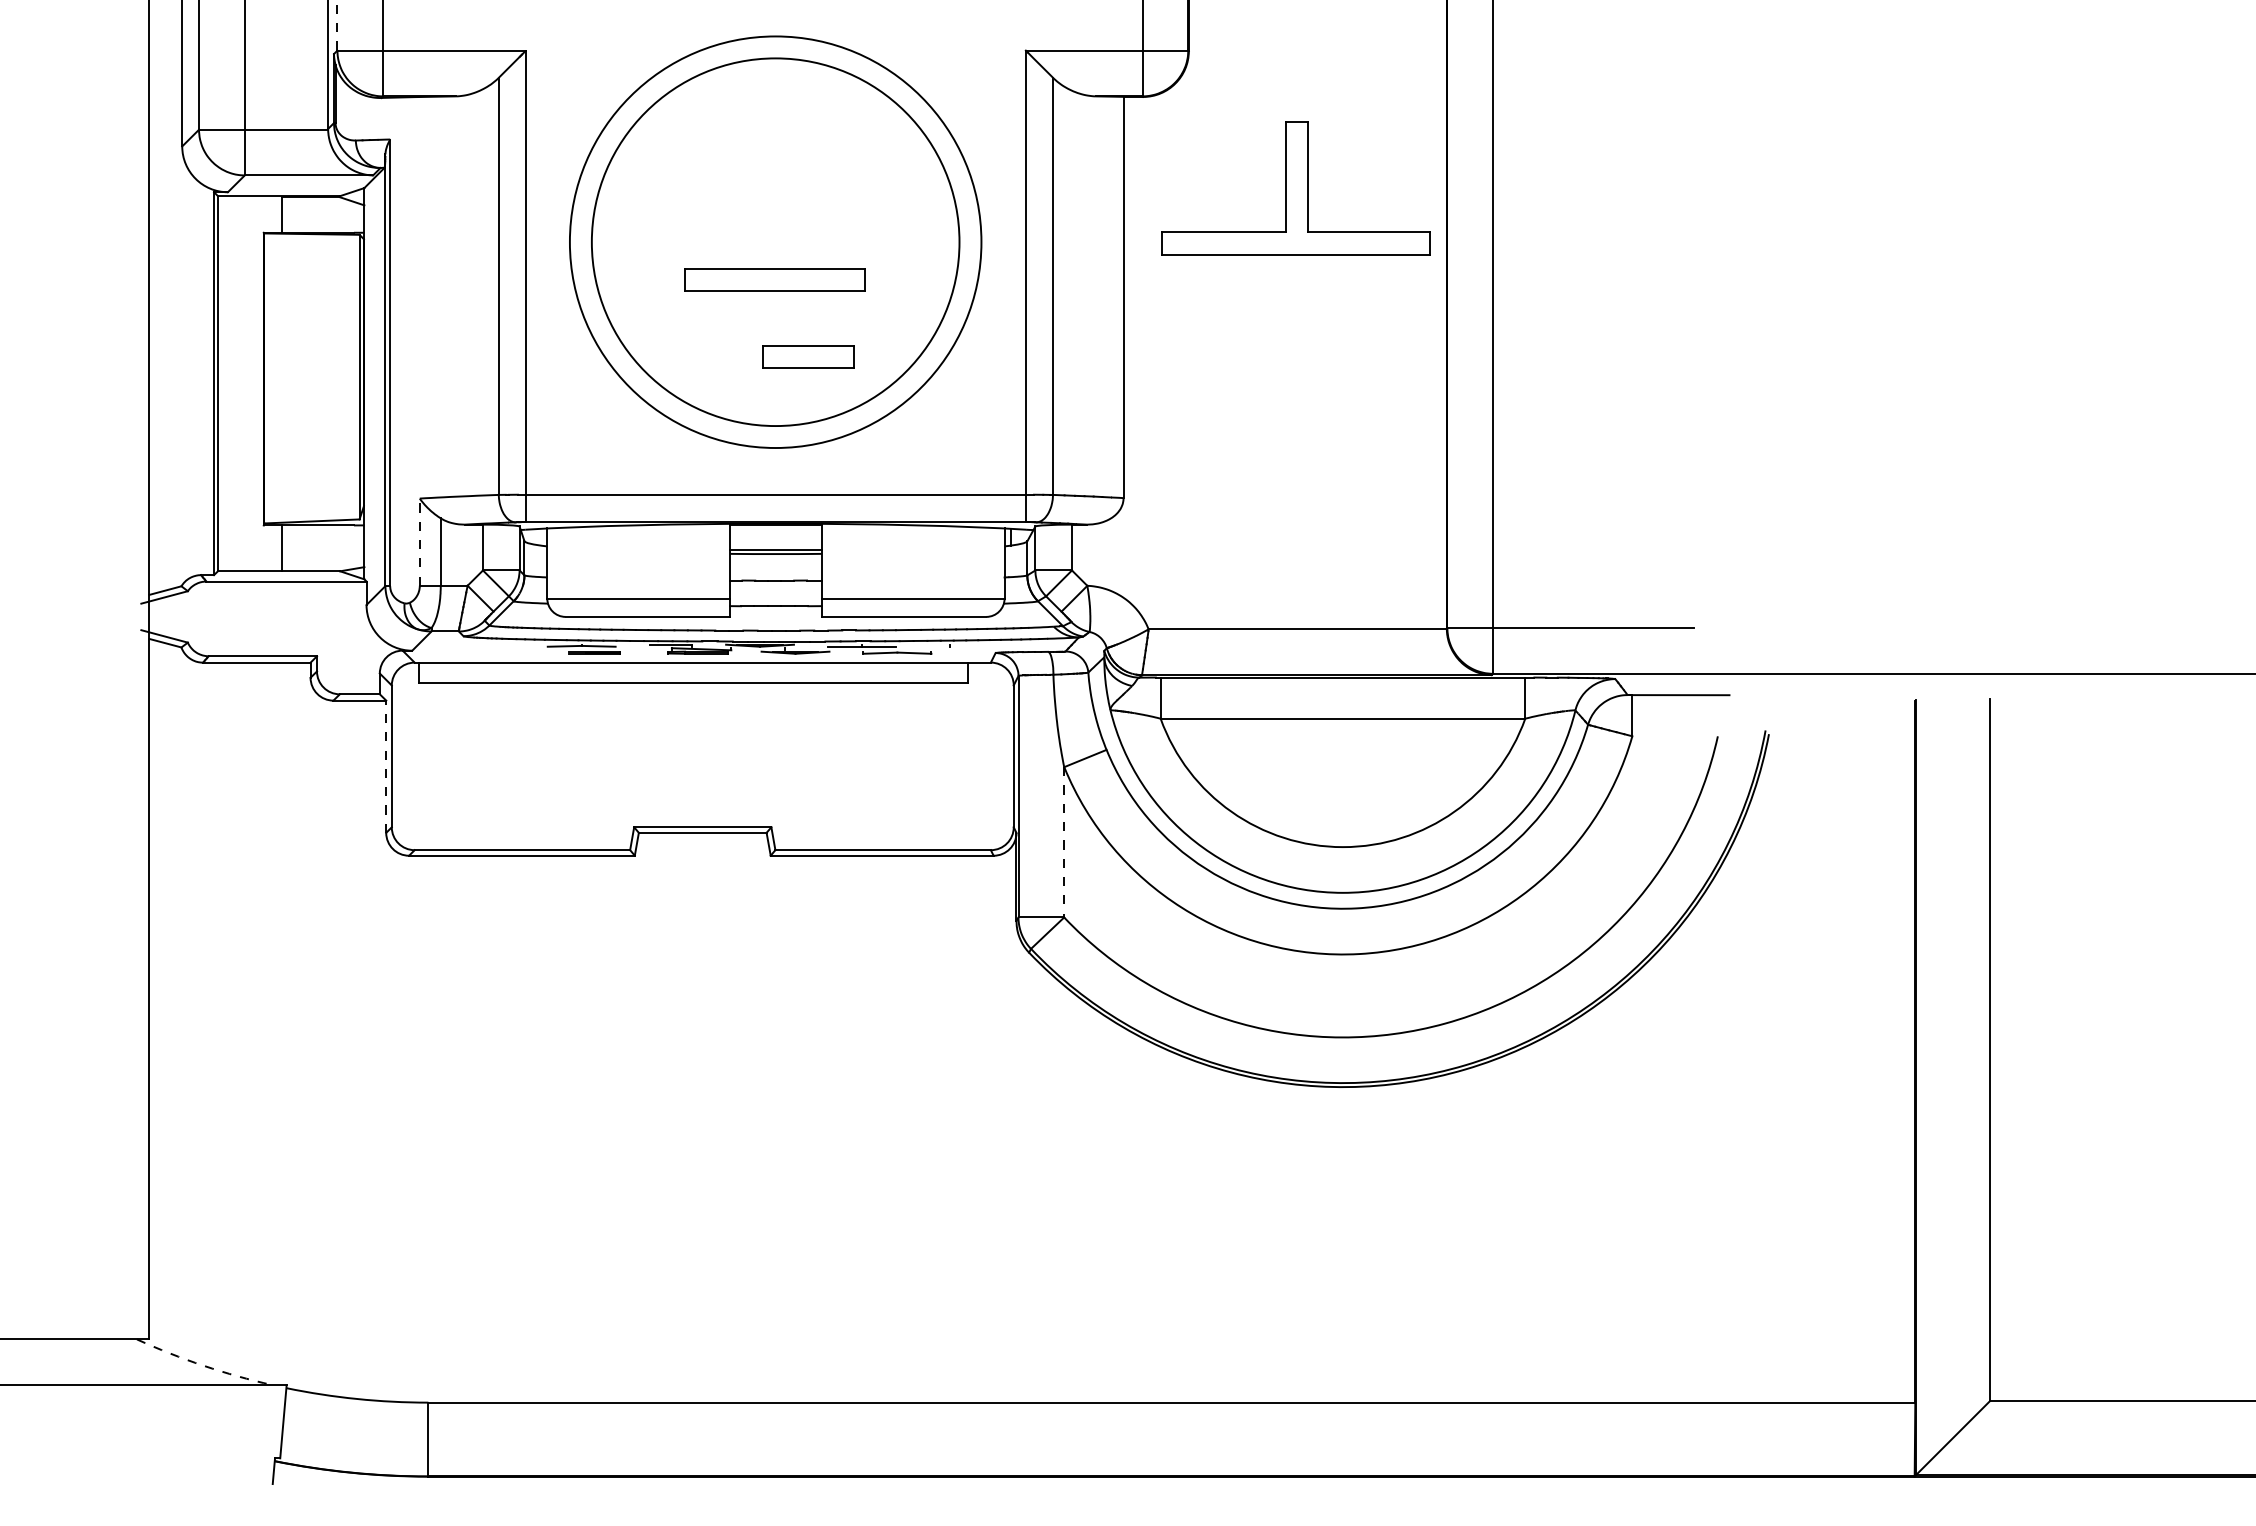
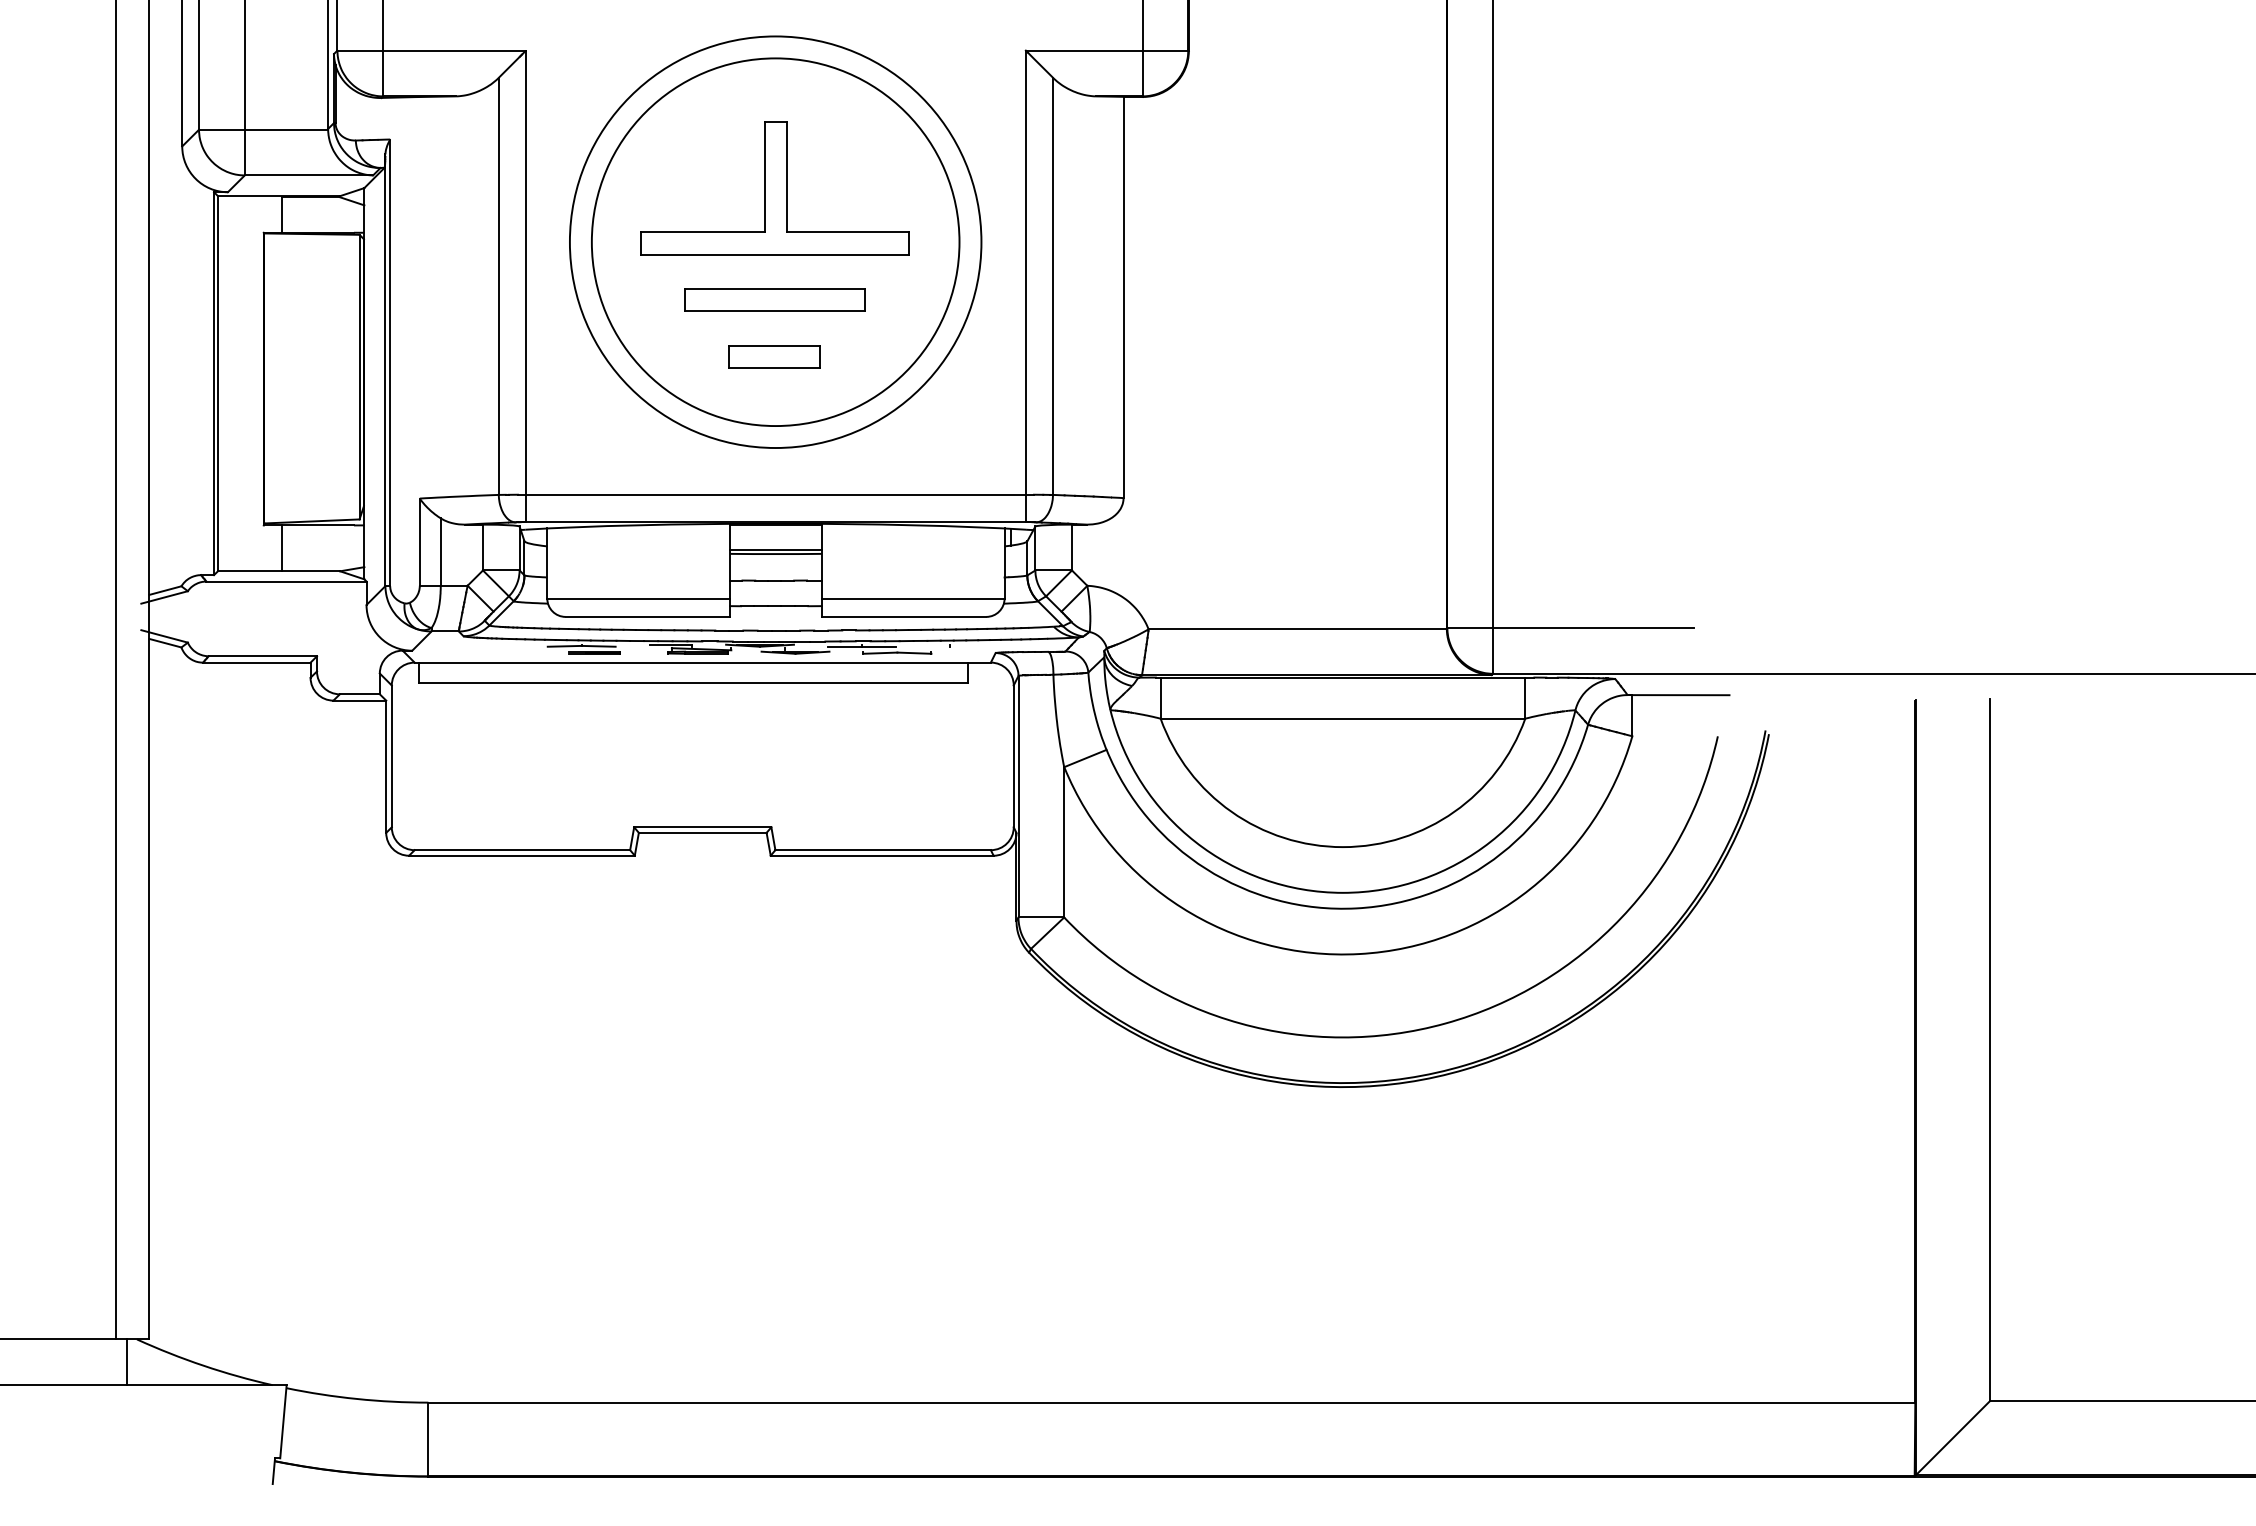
line at (337, 25): dashed -> solid
part at (1295, 188) position: (1295, 188) -> (774, 188)
part at (774, 279) position: (774, 279) -> (774, 299)
part at (808, 356) position: (808, 356) -> (774, 356)
line at (419, 542): dashed -> solid
line at (115, 670): none -> present
line at (386, 766): dashed -> solid
line at (1064, 842): dashed -> solid
line at (126, 1362): none -> present
arc at (203, 1365): dashed -> solid
